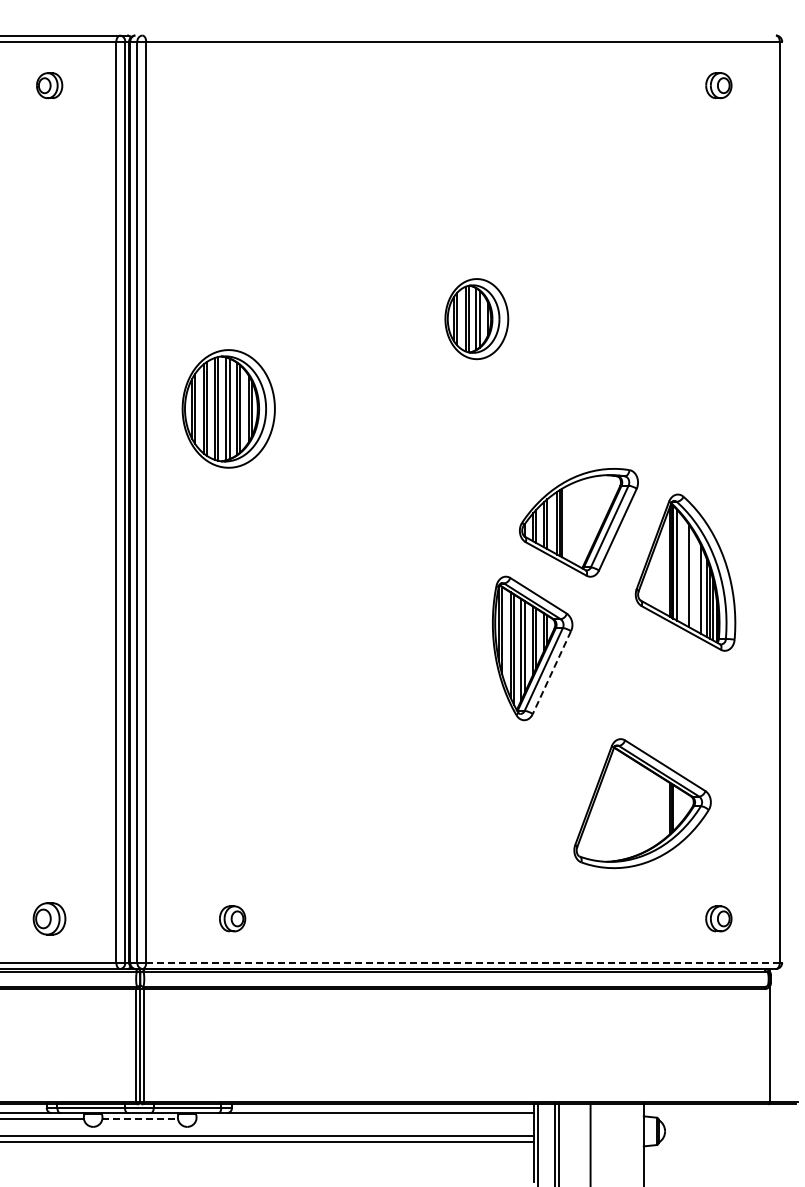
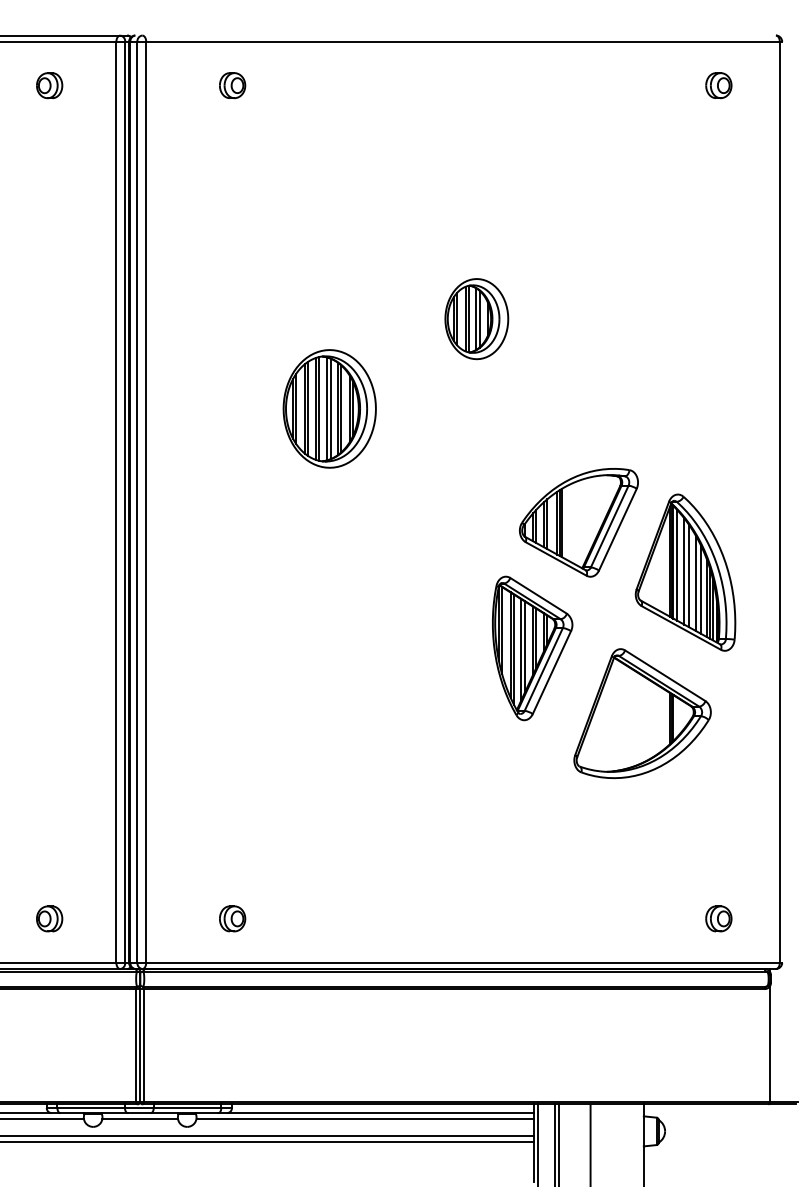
part at (232, 85): none -> present
part at (228, 408) position: (228, 408) -> (329, 408)
line at (684, 571): none -> present
line at (696, 583): none -> present
line at (551, 672): dashed -> solid
part at (642, 803) position: (642, 803) -> (642, 713)
part at (49, 918) size: 35x34 px -> 28x28 px
line at (463, 962): dashed -> solid
line at (140, 1118): dashed -> solid
line at (365, 1118): none -> present
